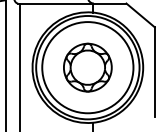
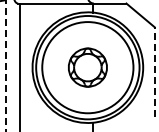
line at (5, 66): solid -> dashed
part at (87, 67) size: 50x51 px -> 40x41 px
line at (154, 72): solid -> dashed
